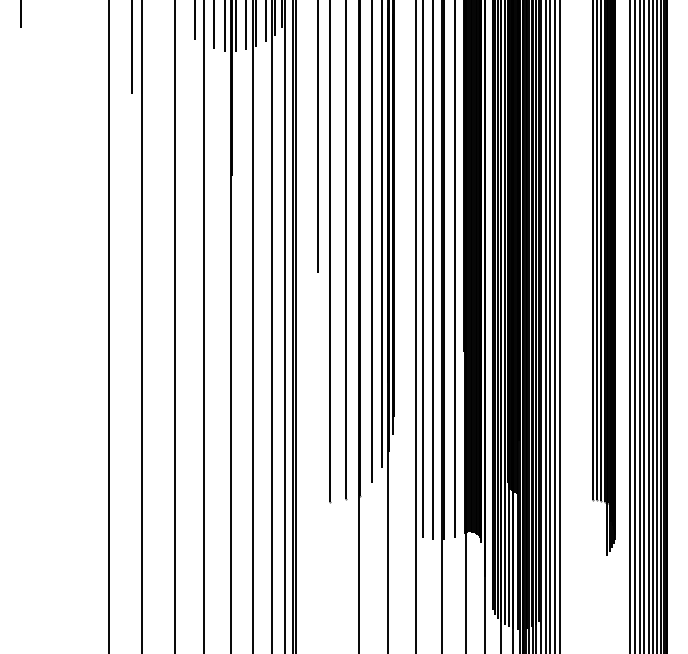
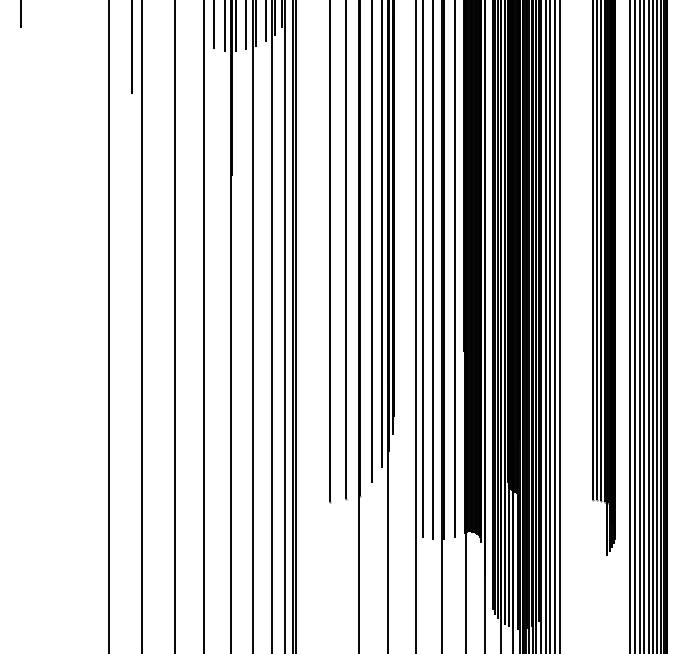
line at (195, 21): present -> none
line at (318, 137): present -> none
